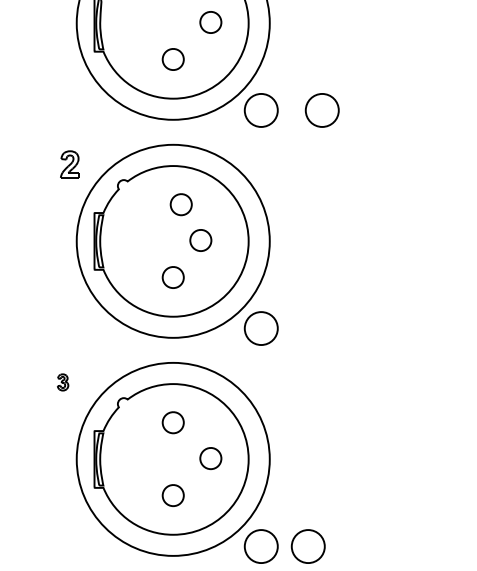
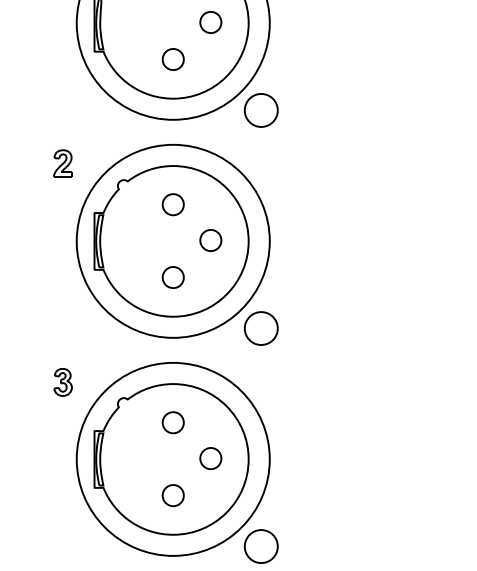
part at (321, 110): present -> none
part at (69, 164) position: (69, 164) -> (62, 163)
part at (180, 204) position: (180, 204) -> (172, 204)
part at (200, 240) position: (200, 240) -> (210, 240)
part at (63, 382) size: 13x19 px -> 20x29 px
part at (307, 546): present -> none
